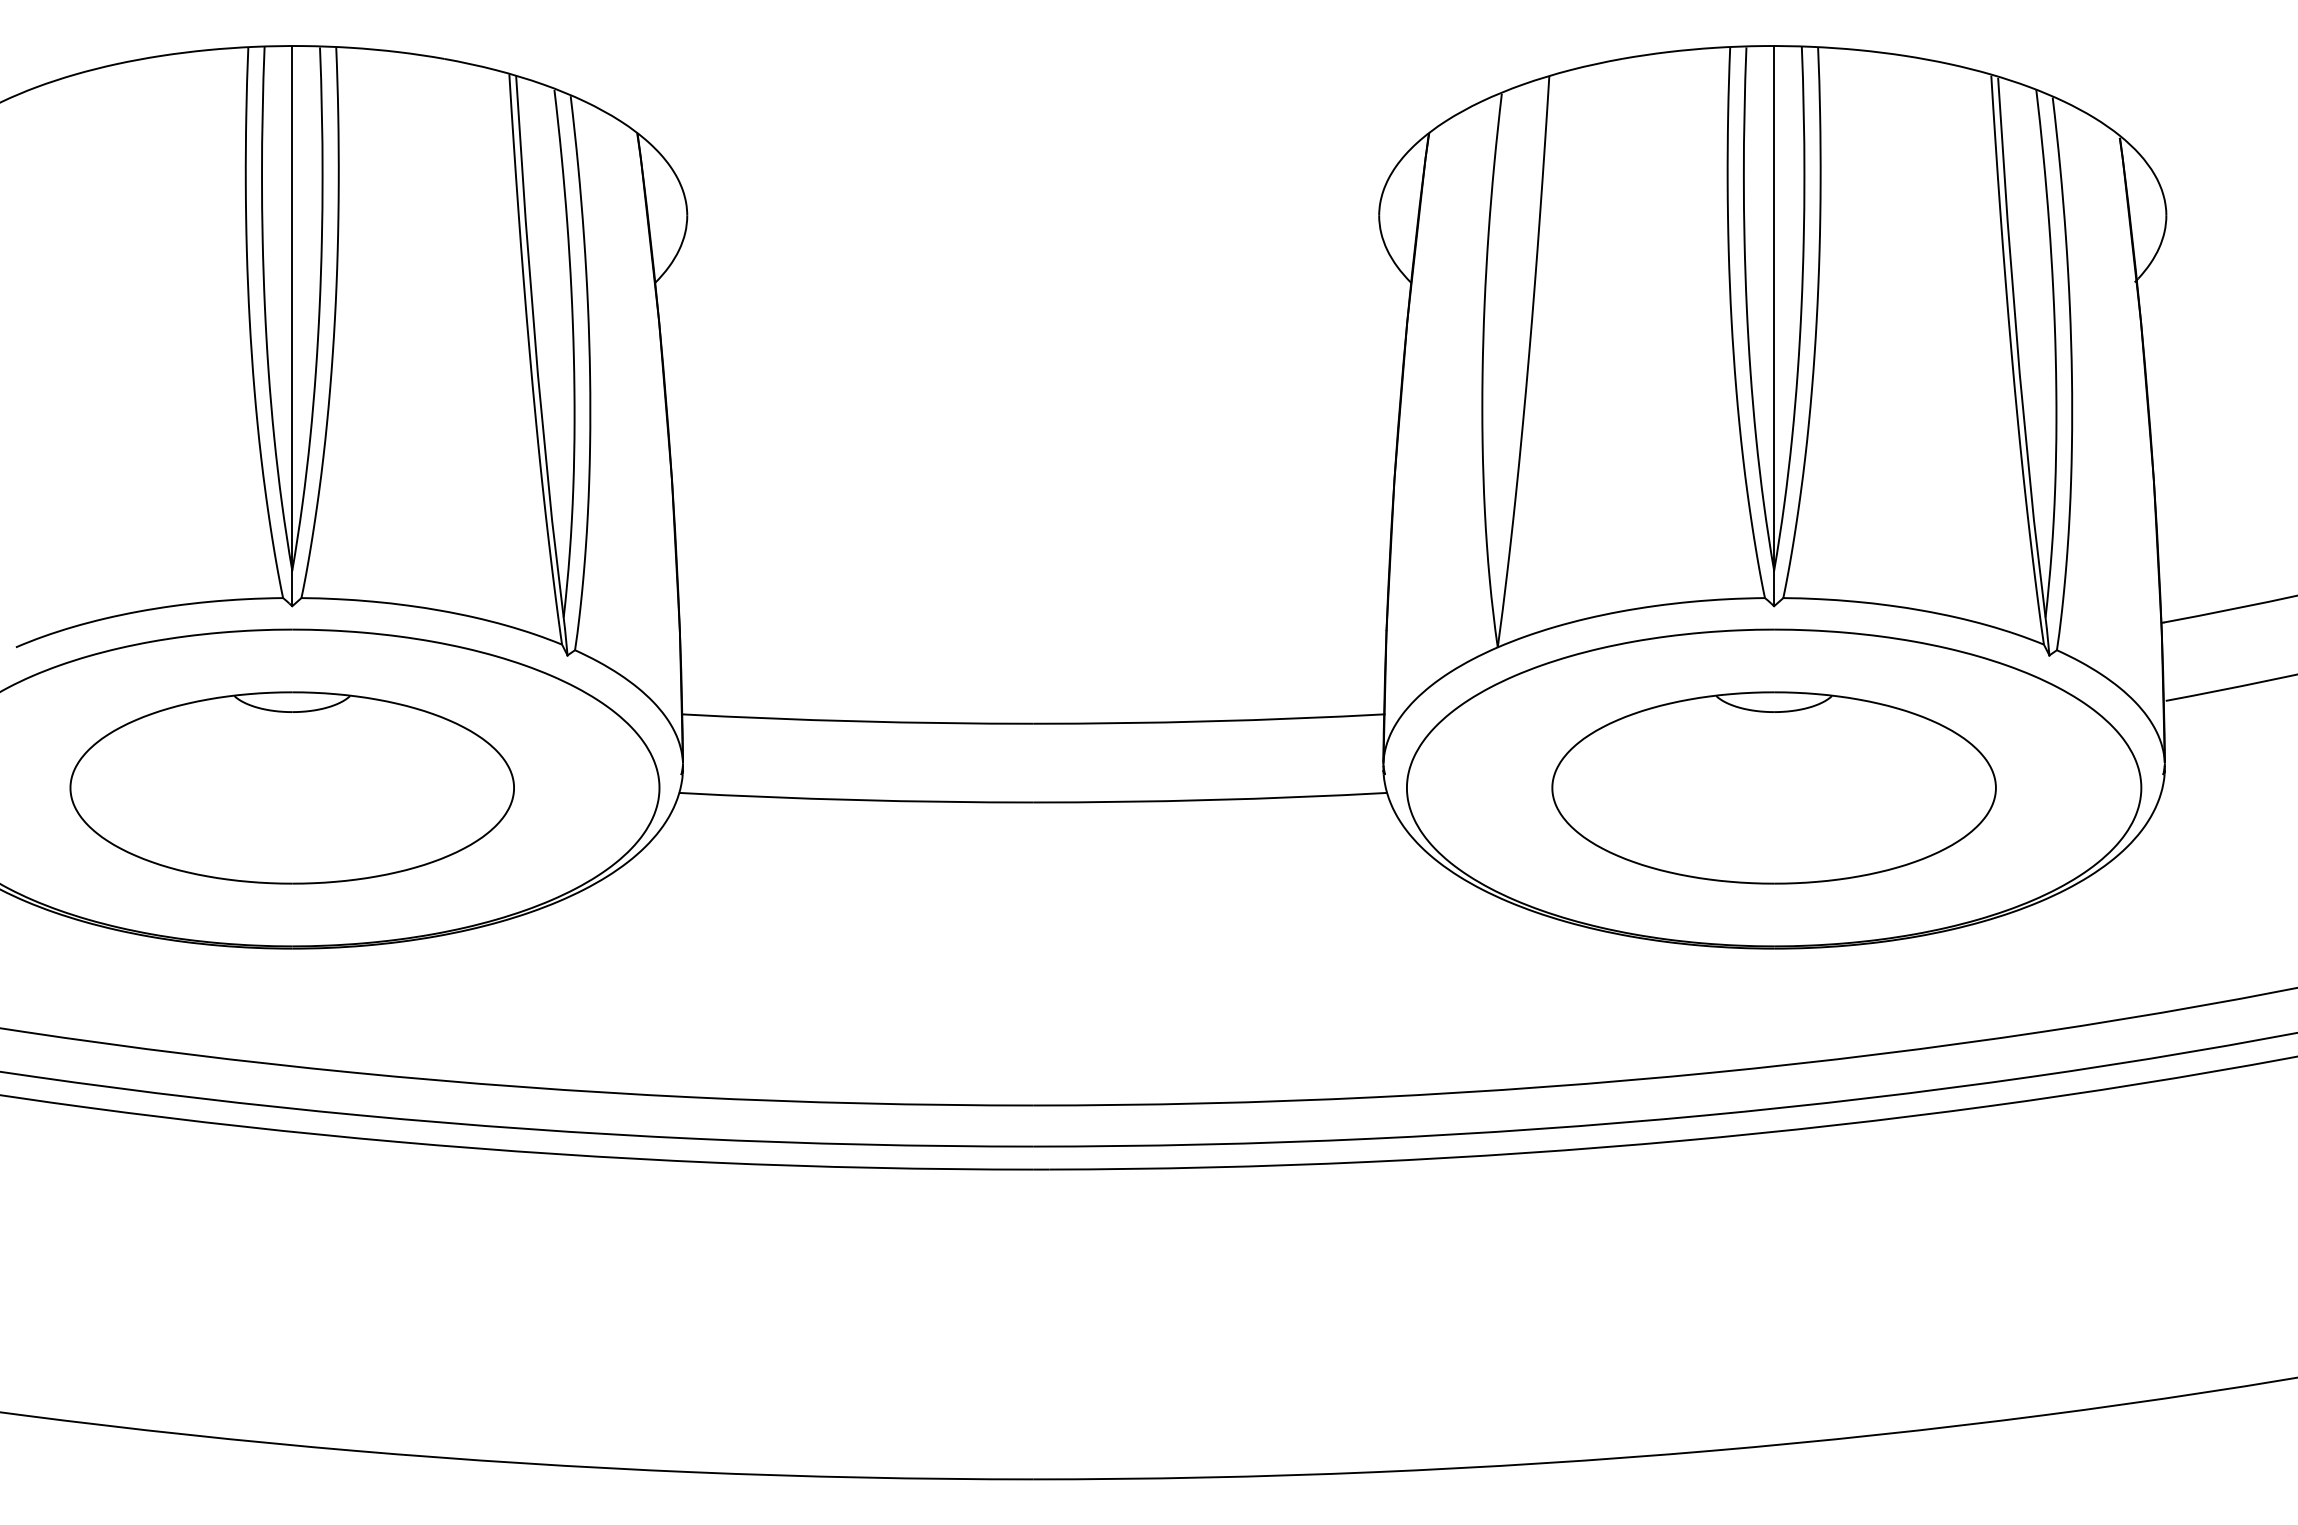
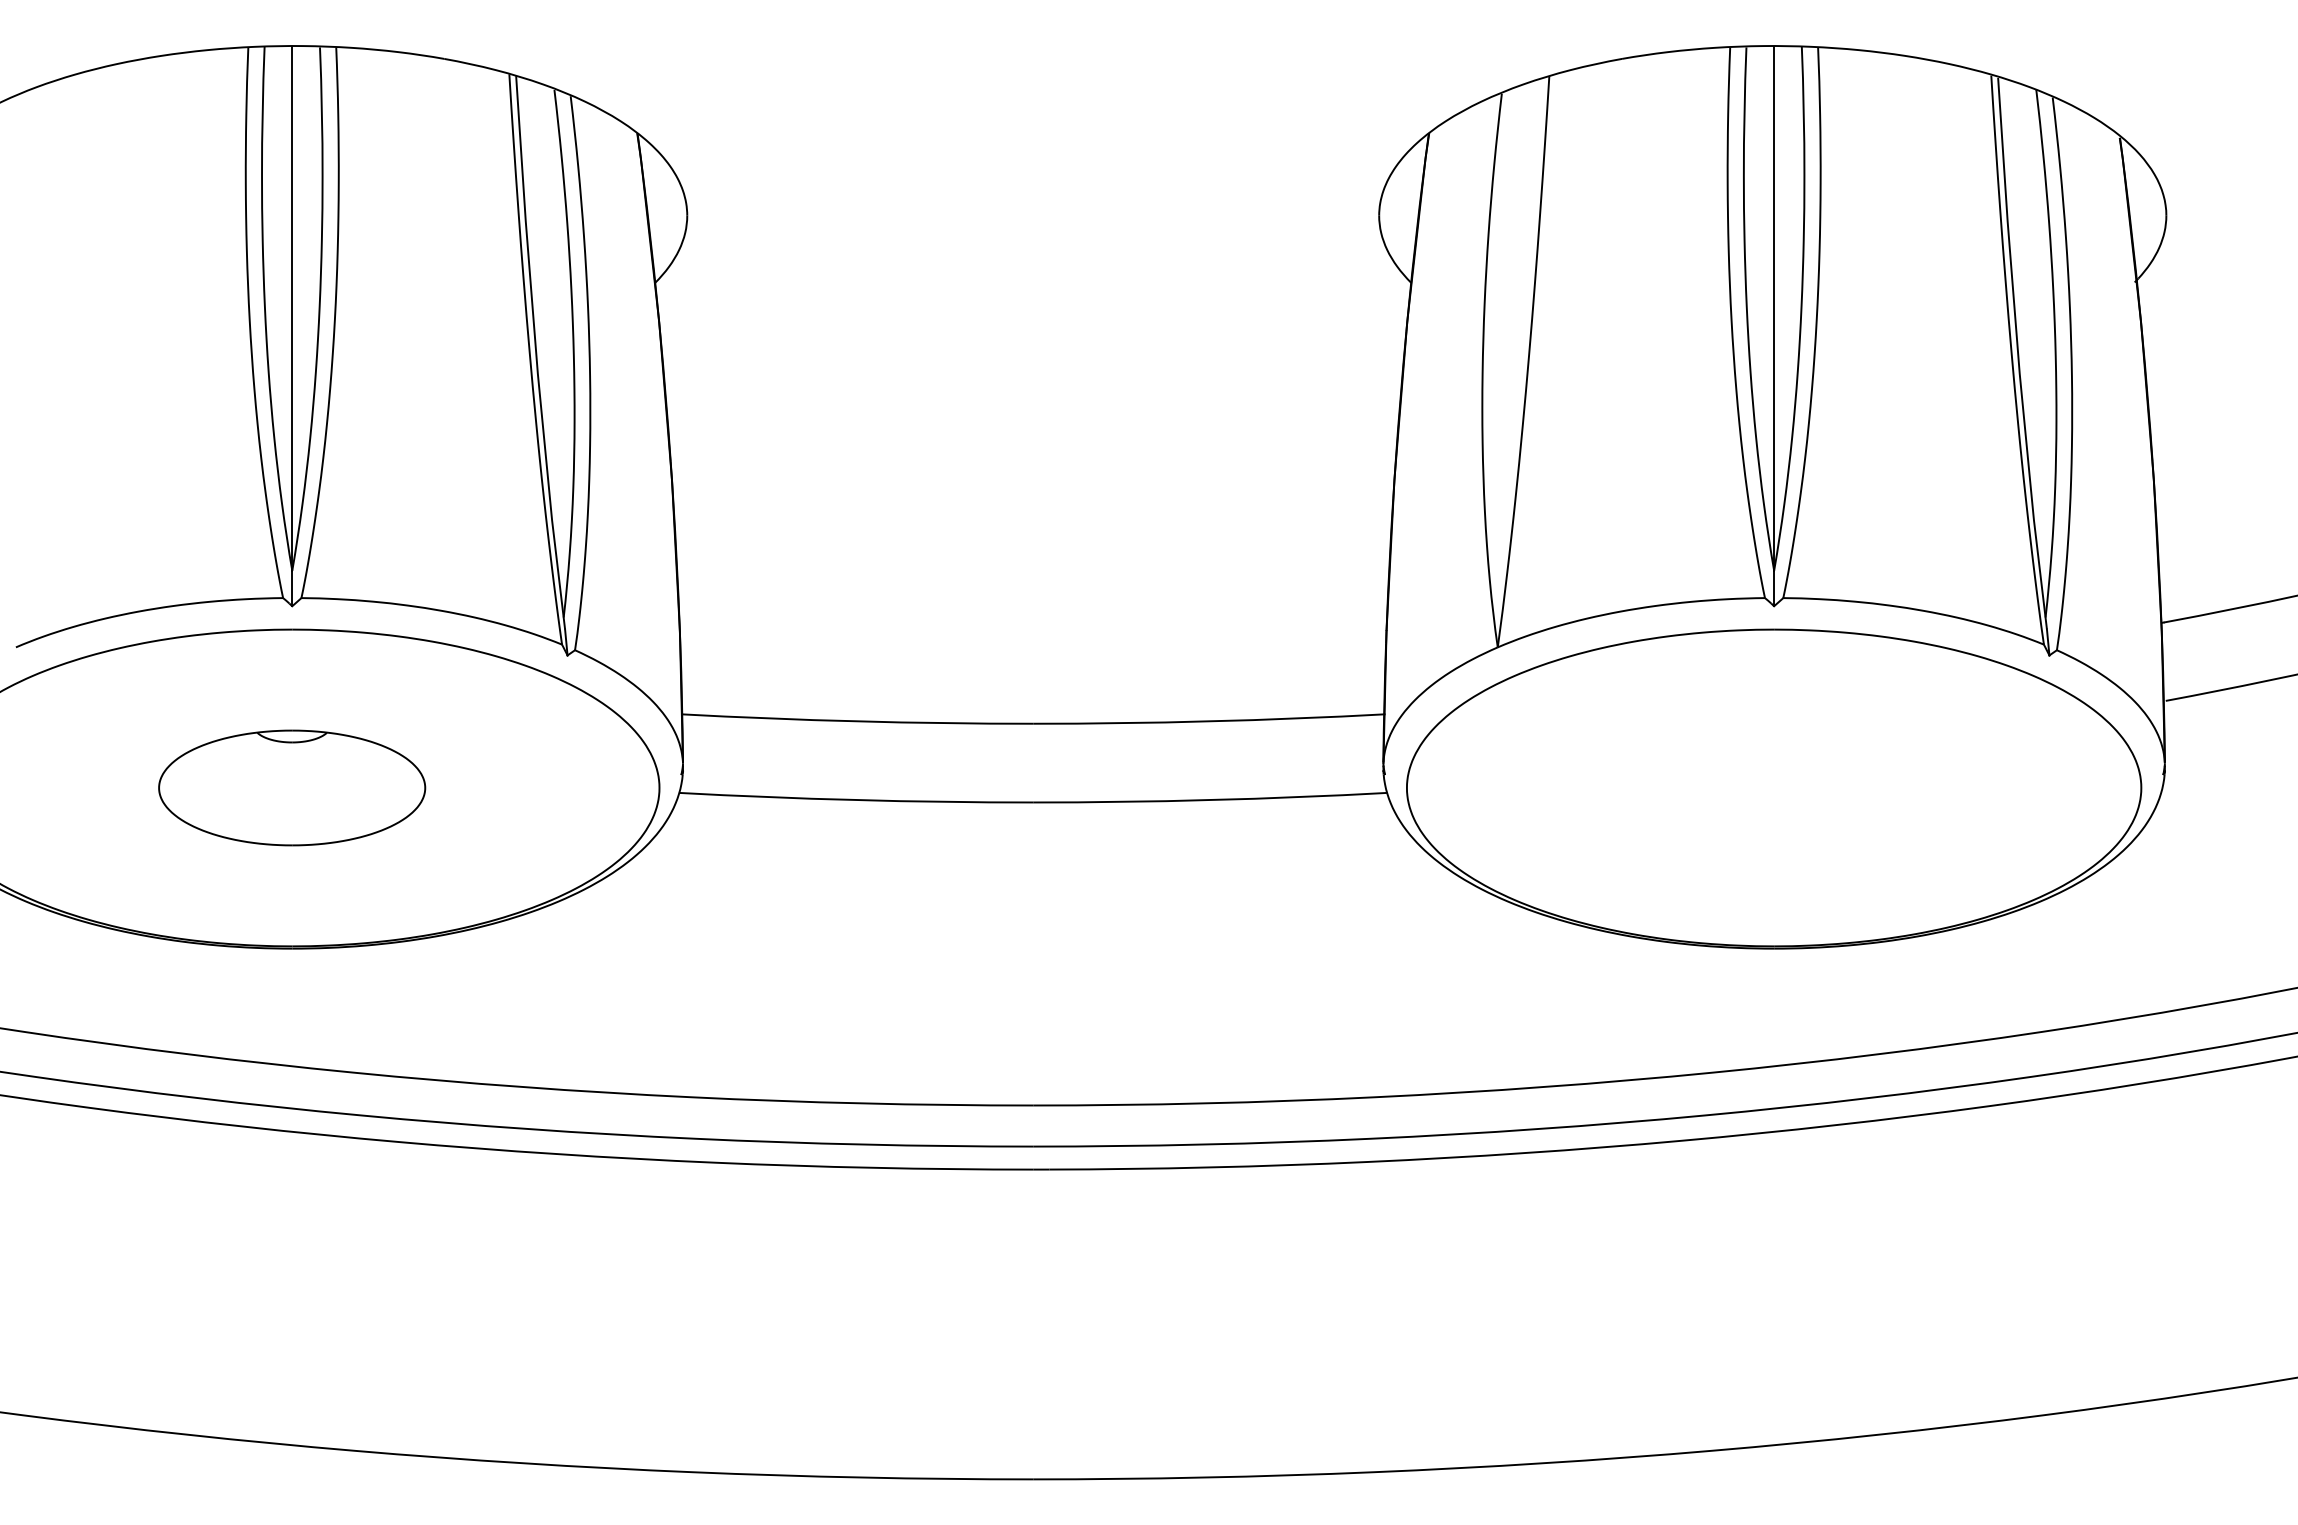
part at (291, 787) size: 446x194 px -> 269x118 px
part at (1773, 787): present -> none
